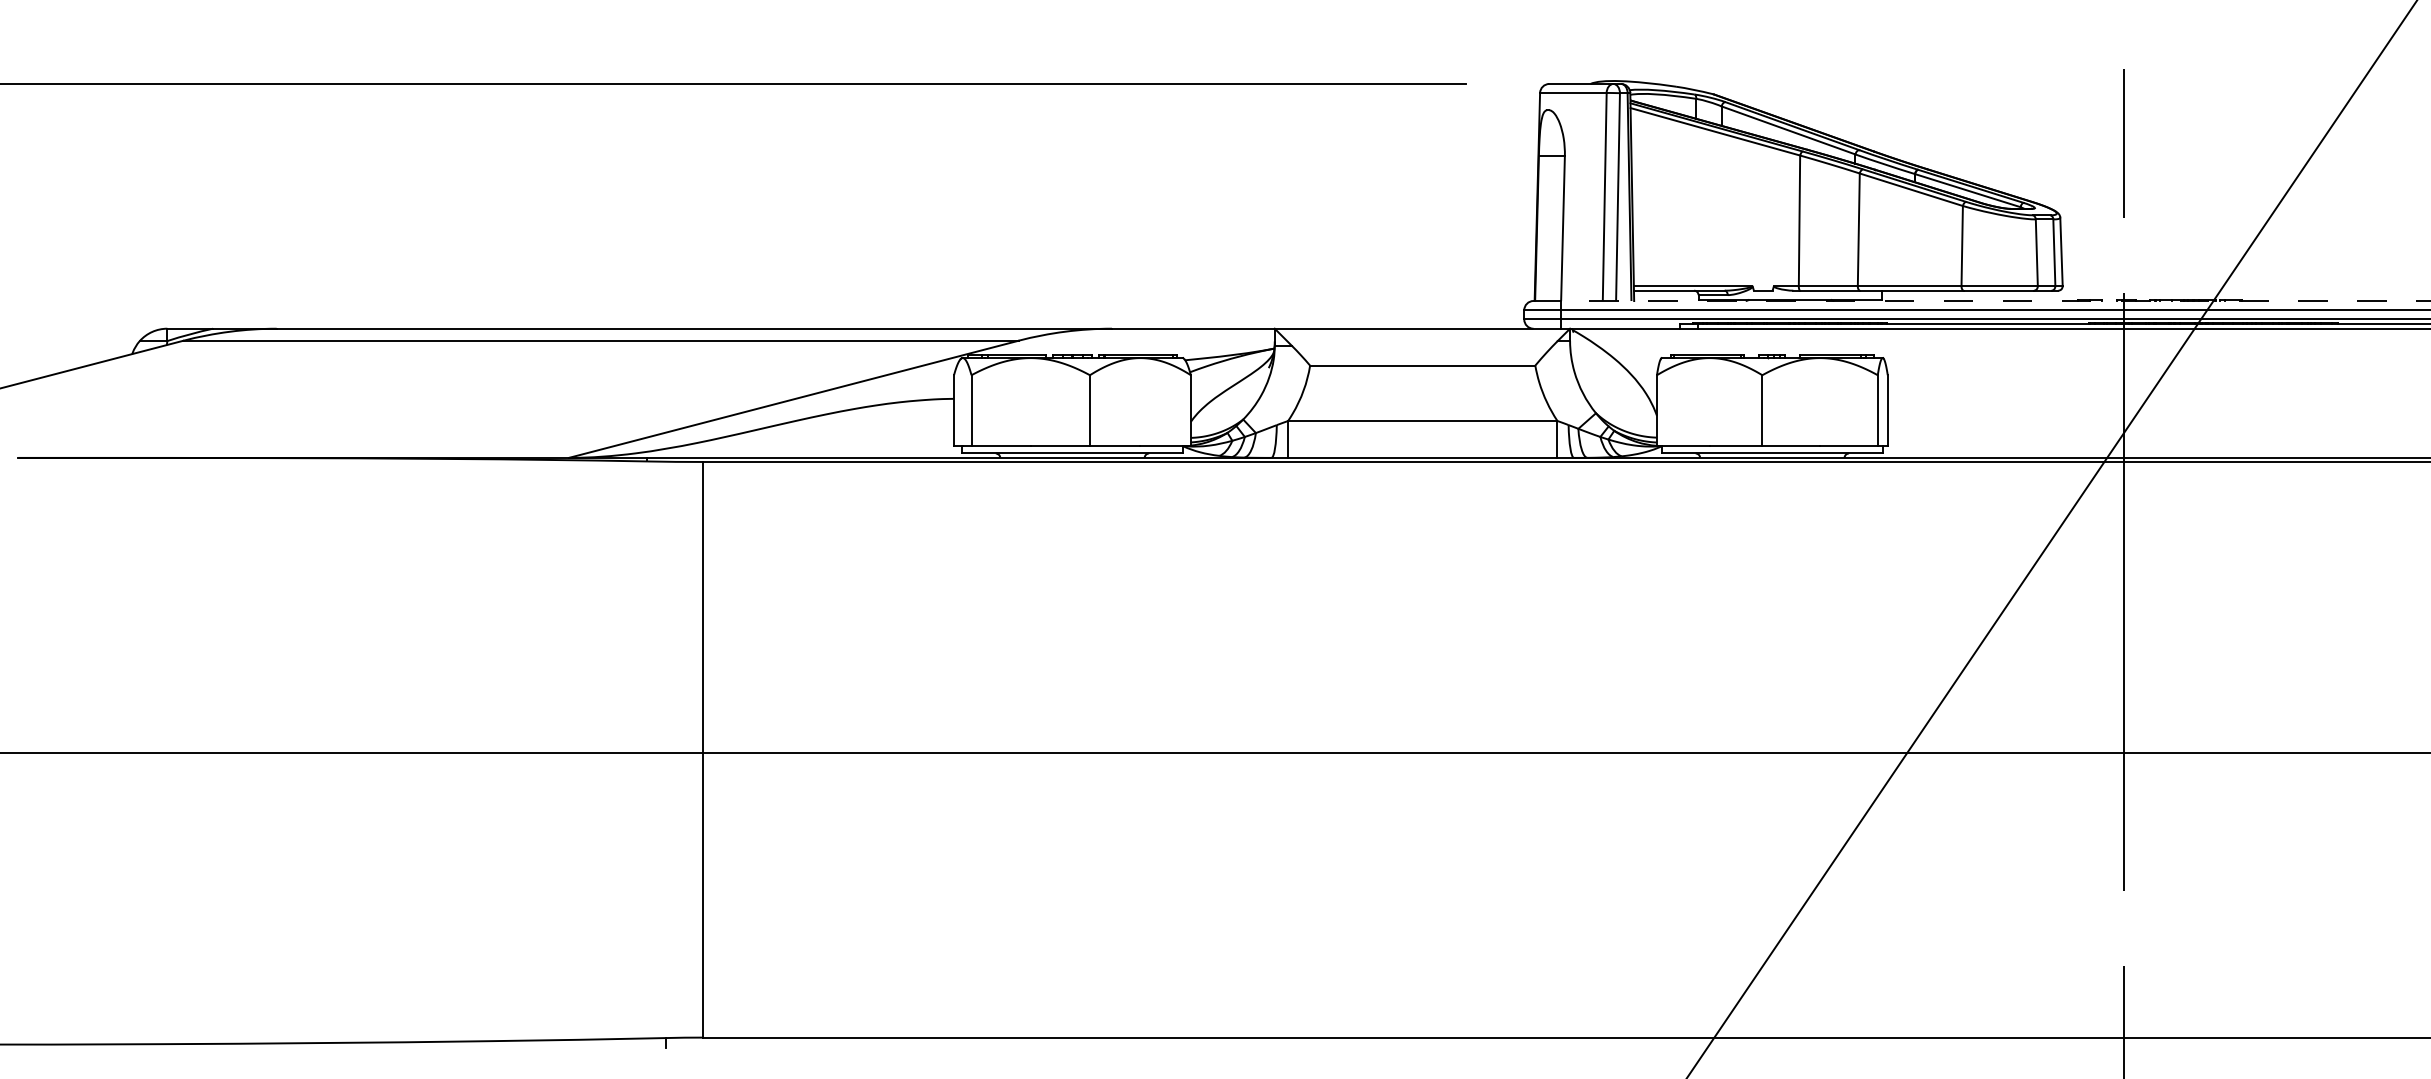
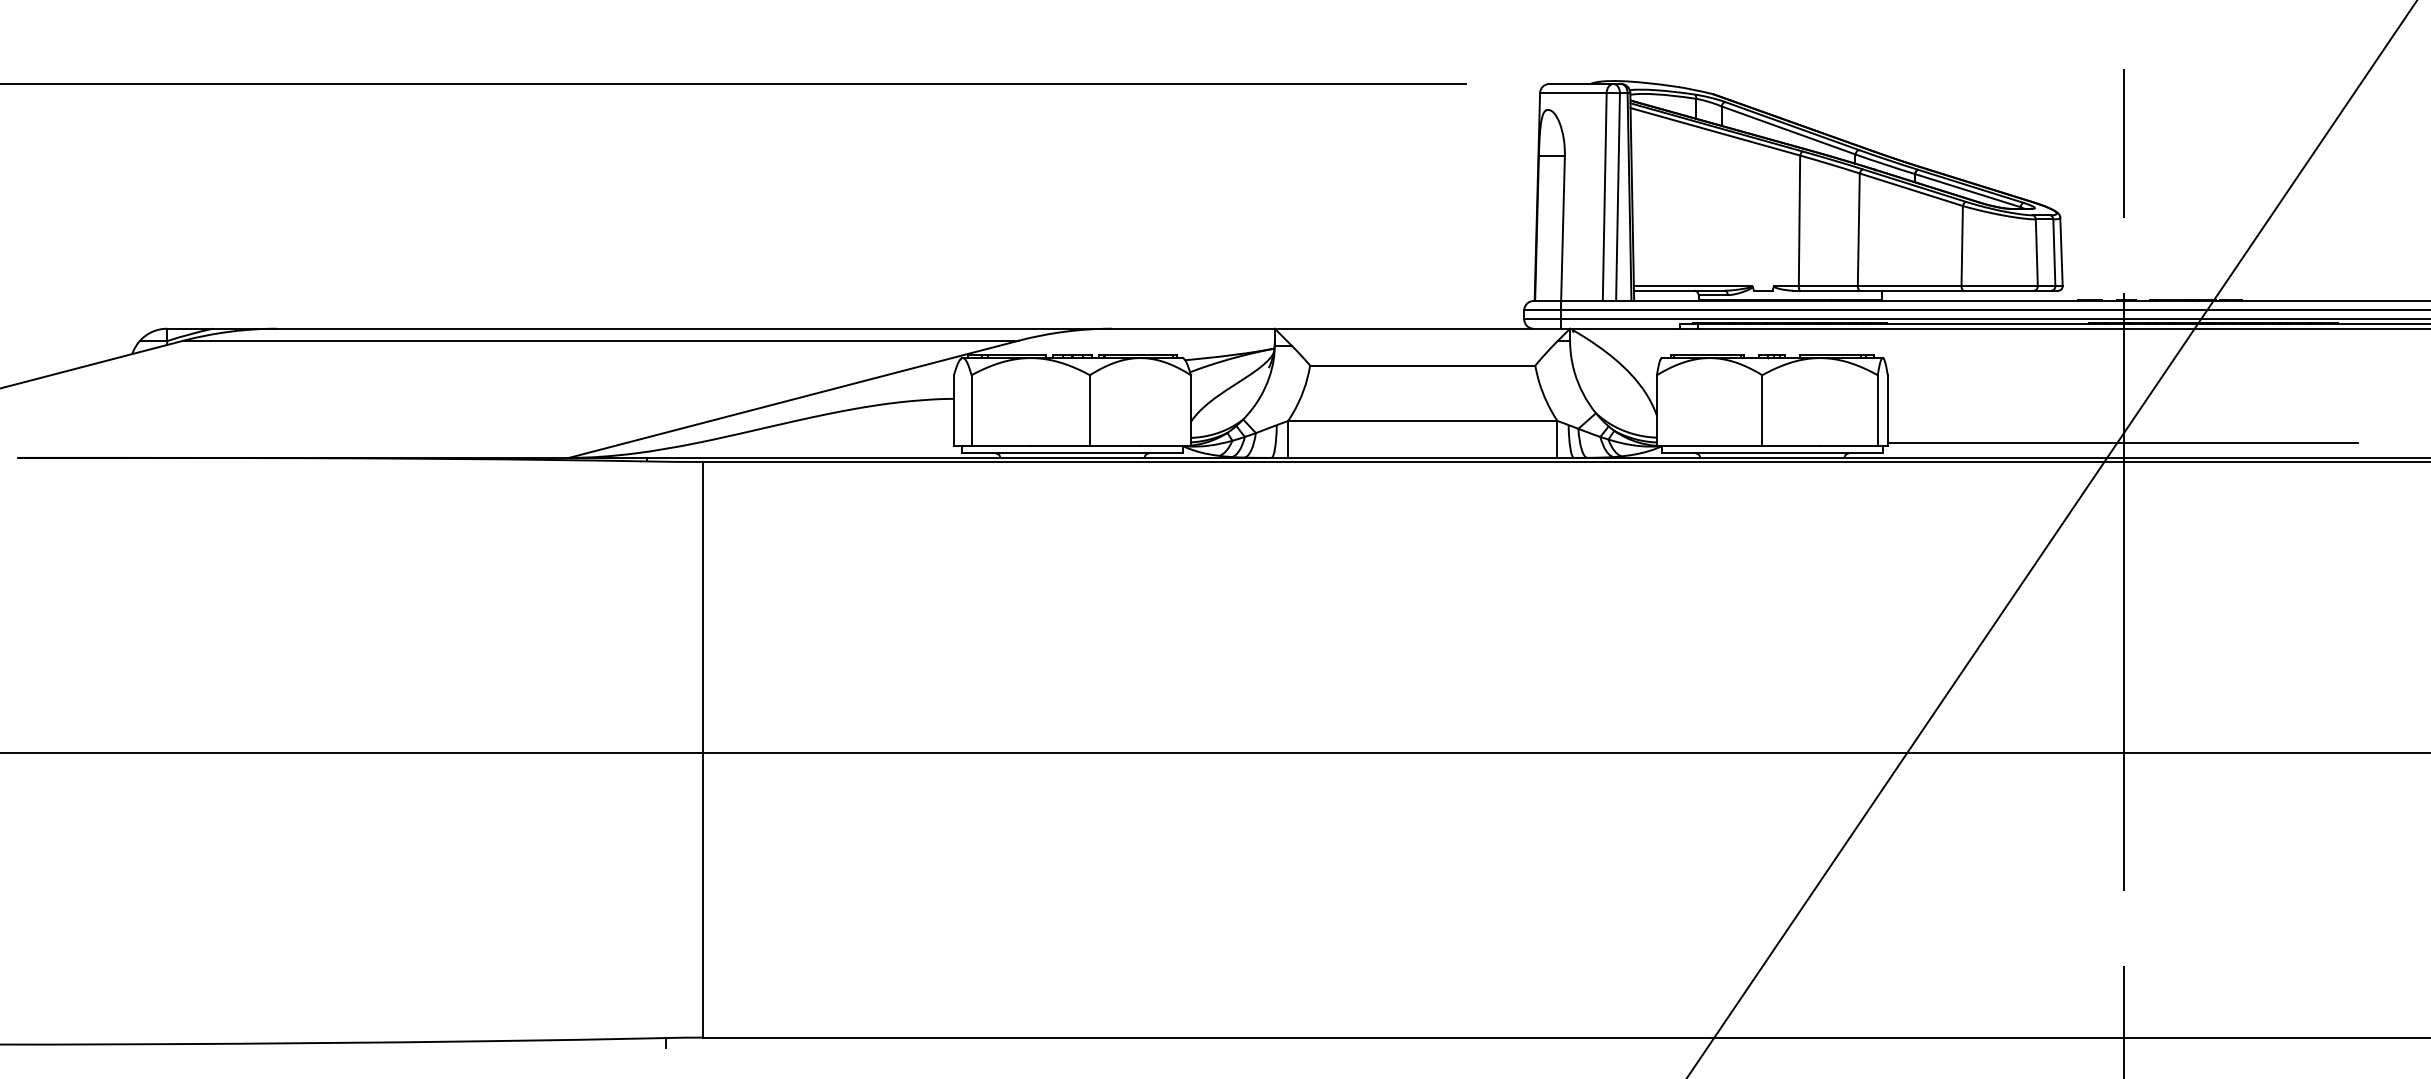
line at (1996, 301): dashed -> solid
line at (2122, 442): none -> present
